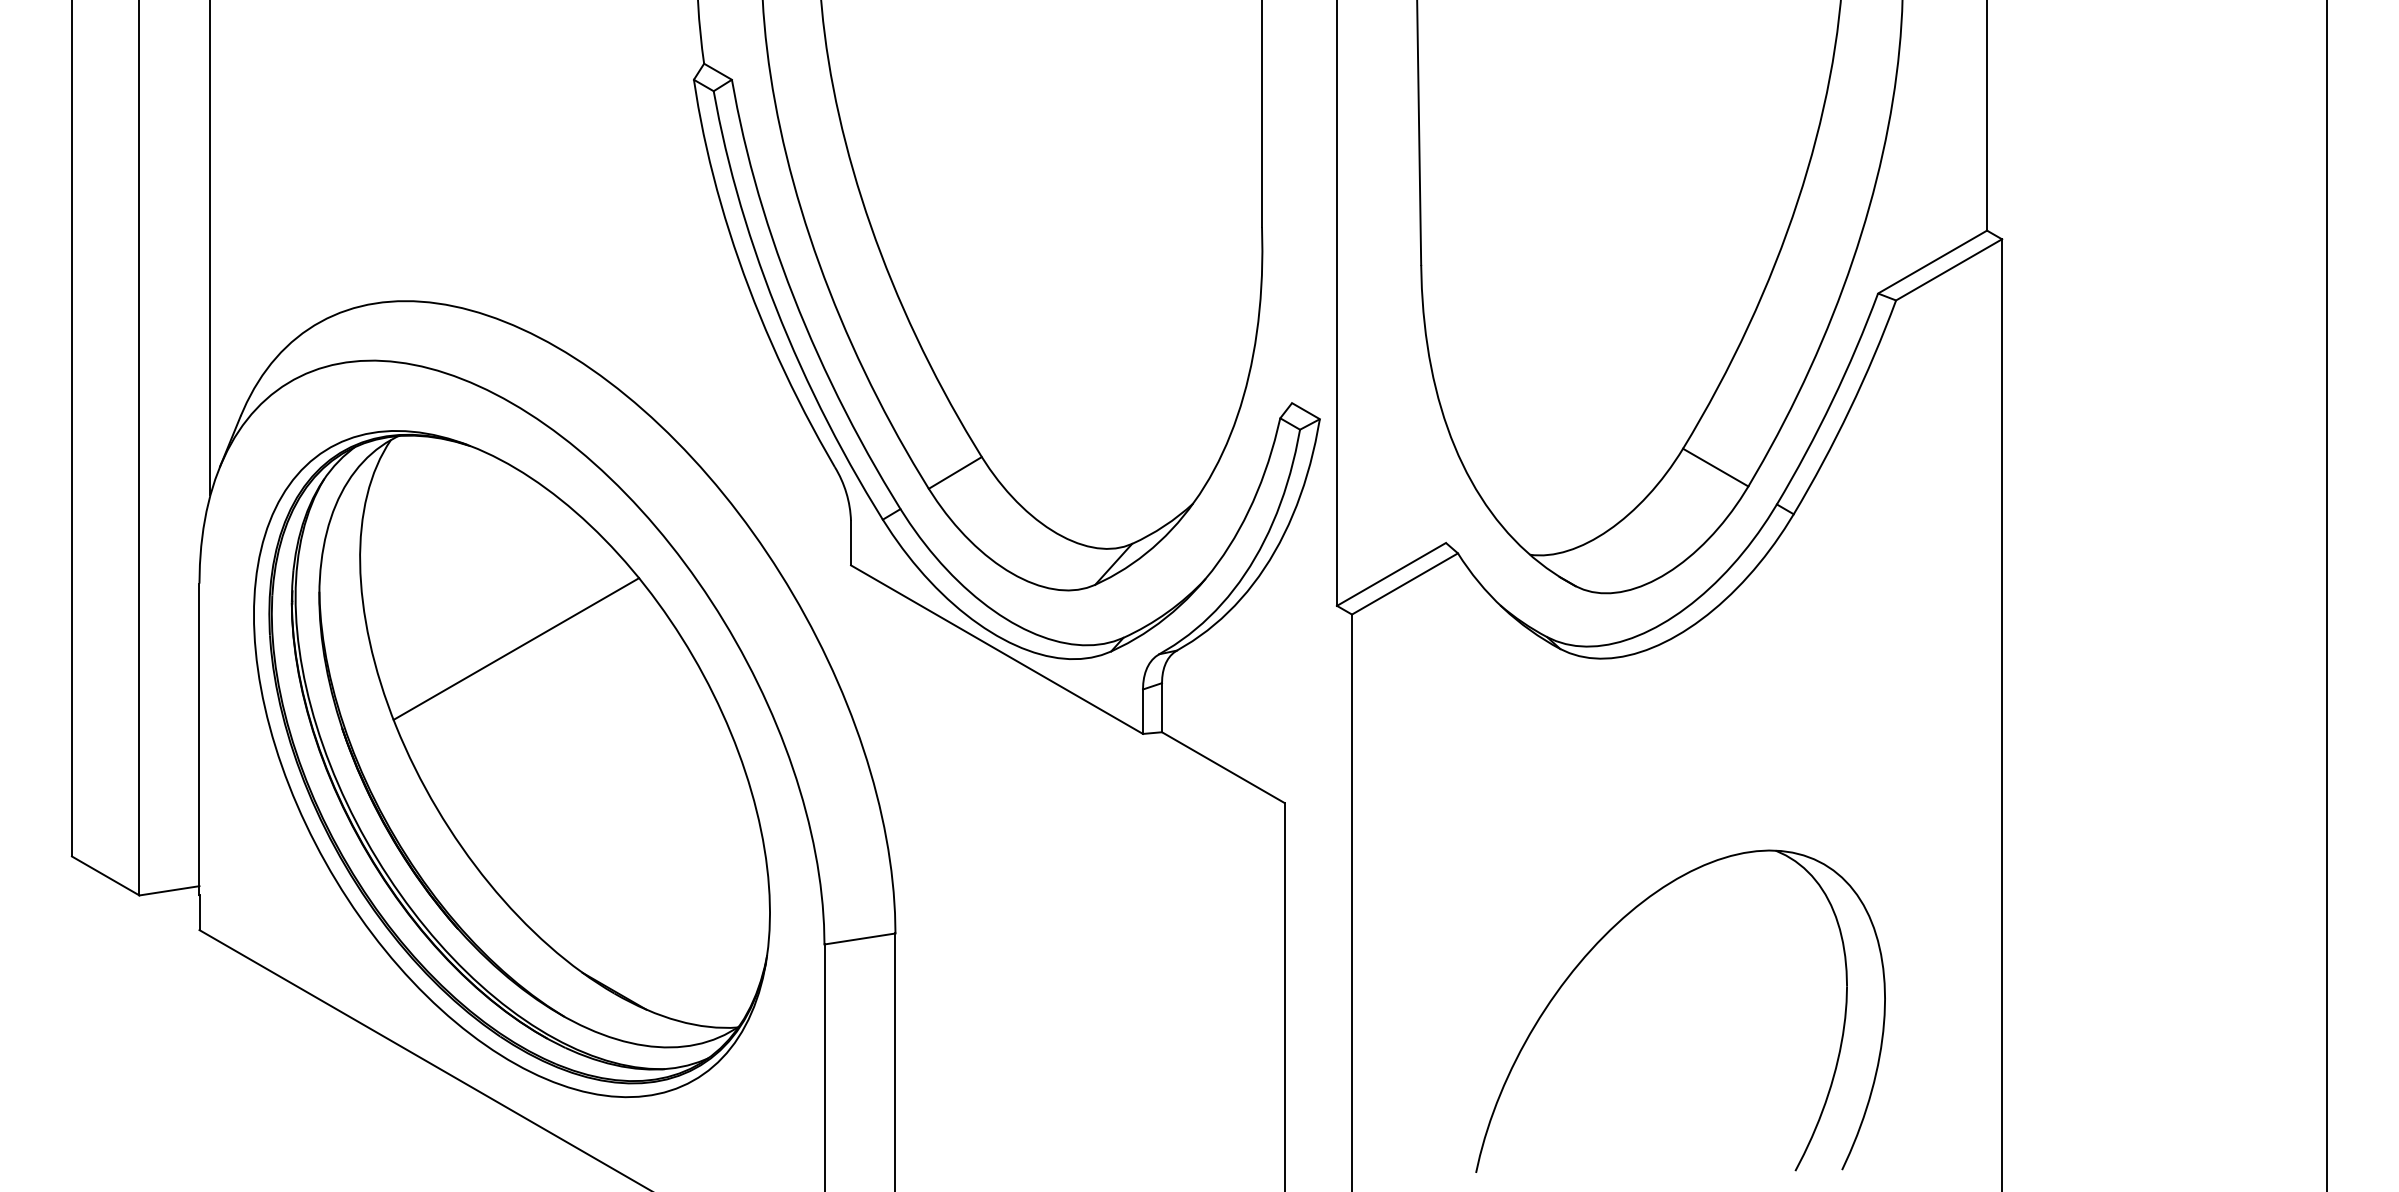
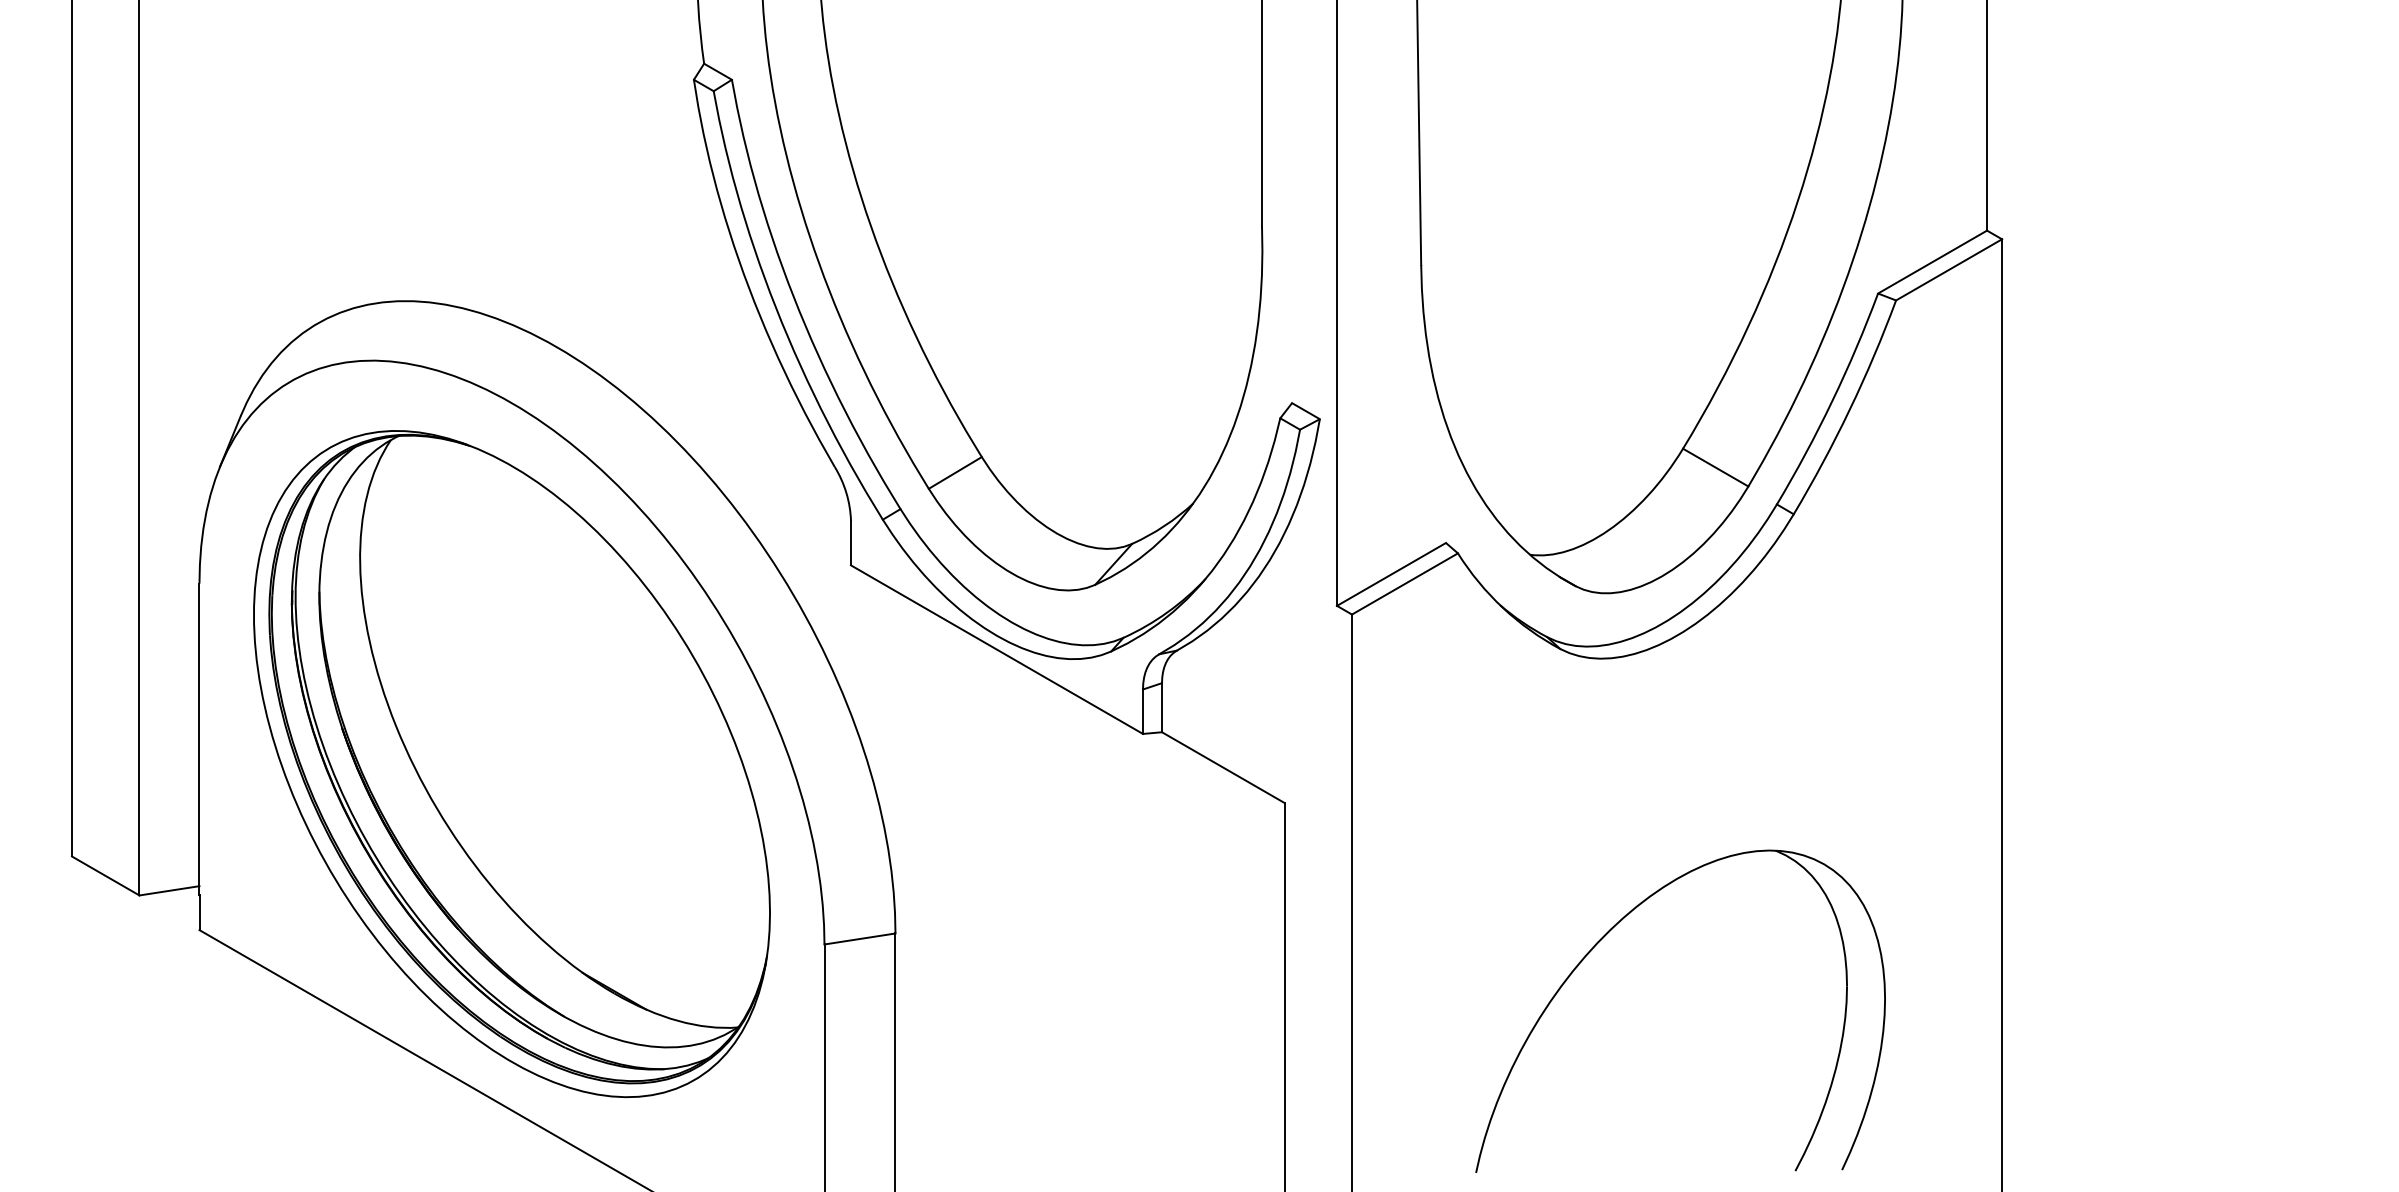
line at (210, 248): present -> none
line at (2327, 595): present -> none
line at (516, 648): present -> none
